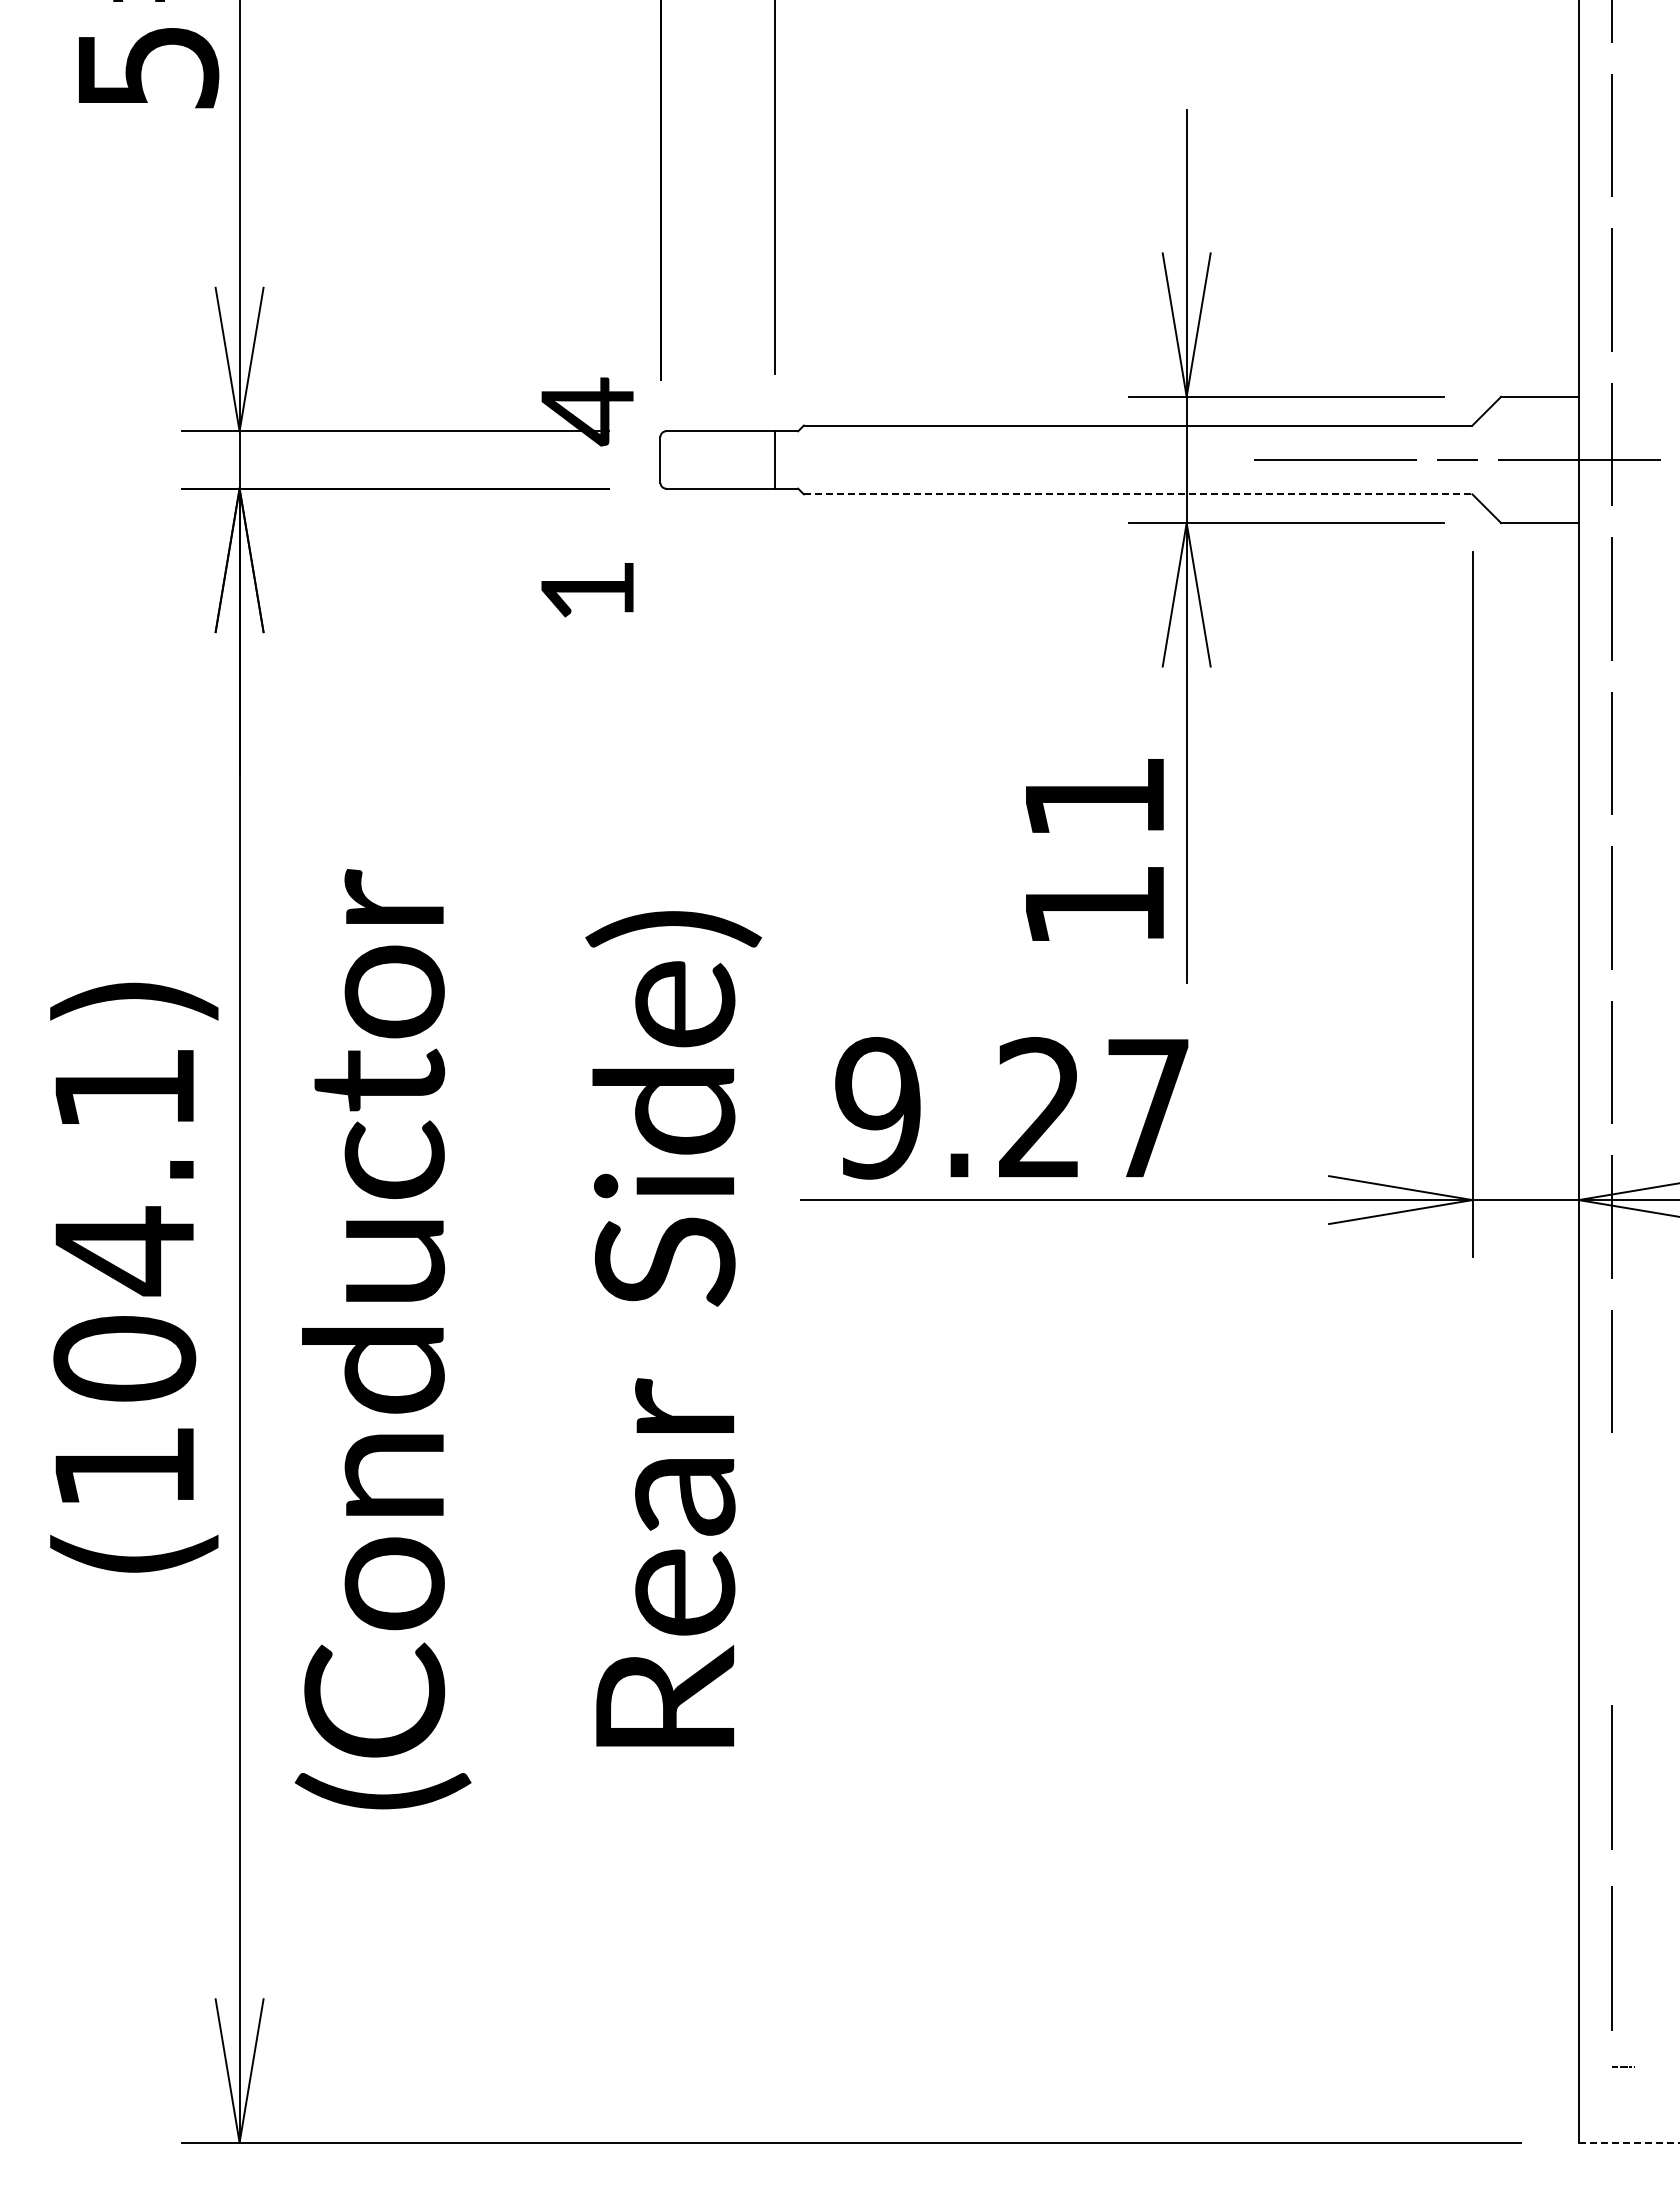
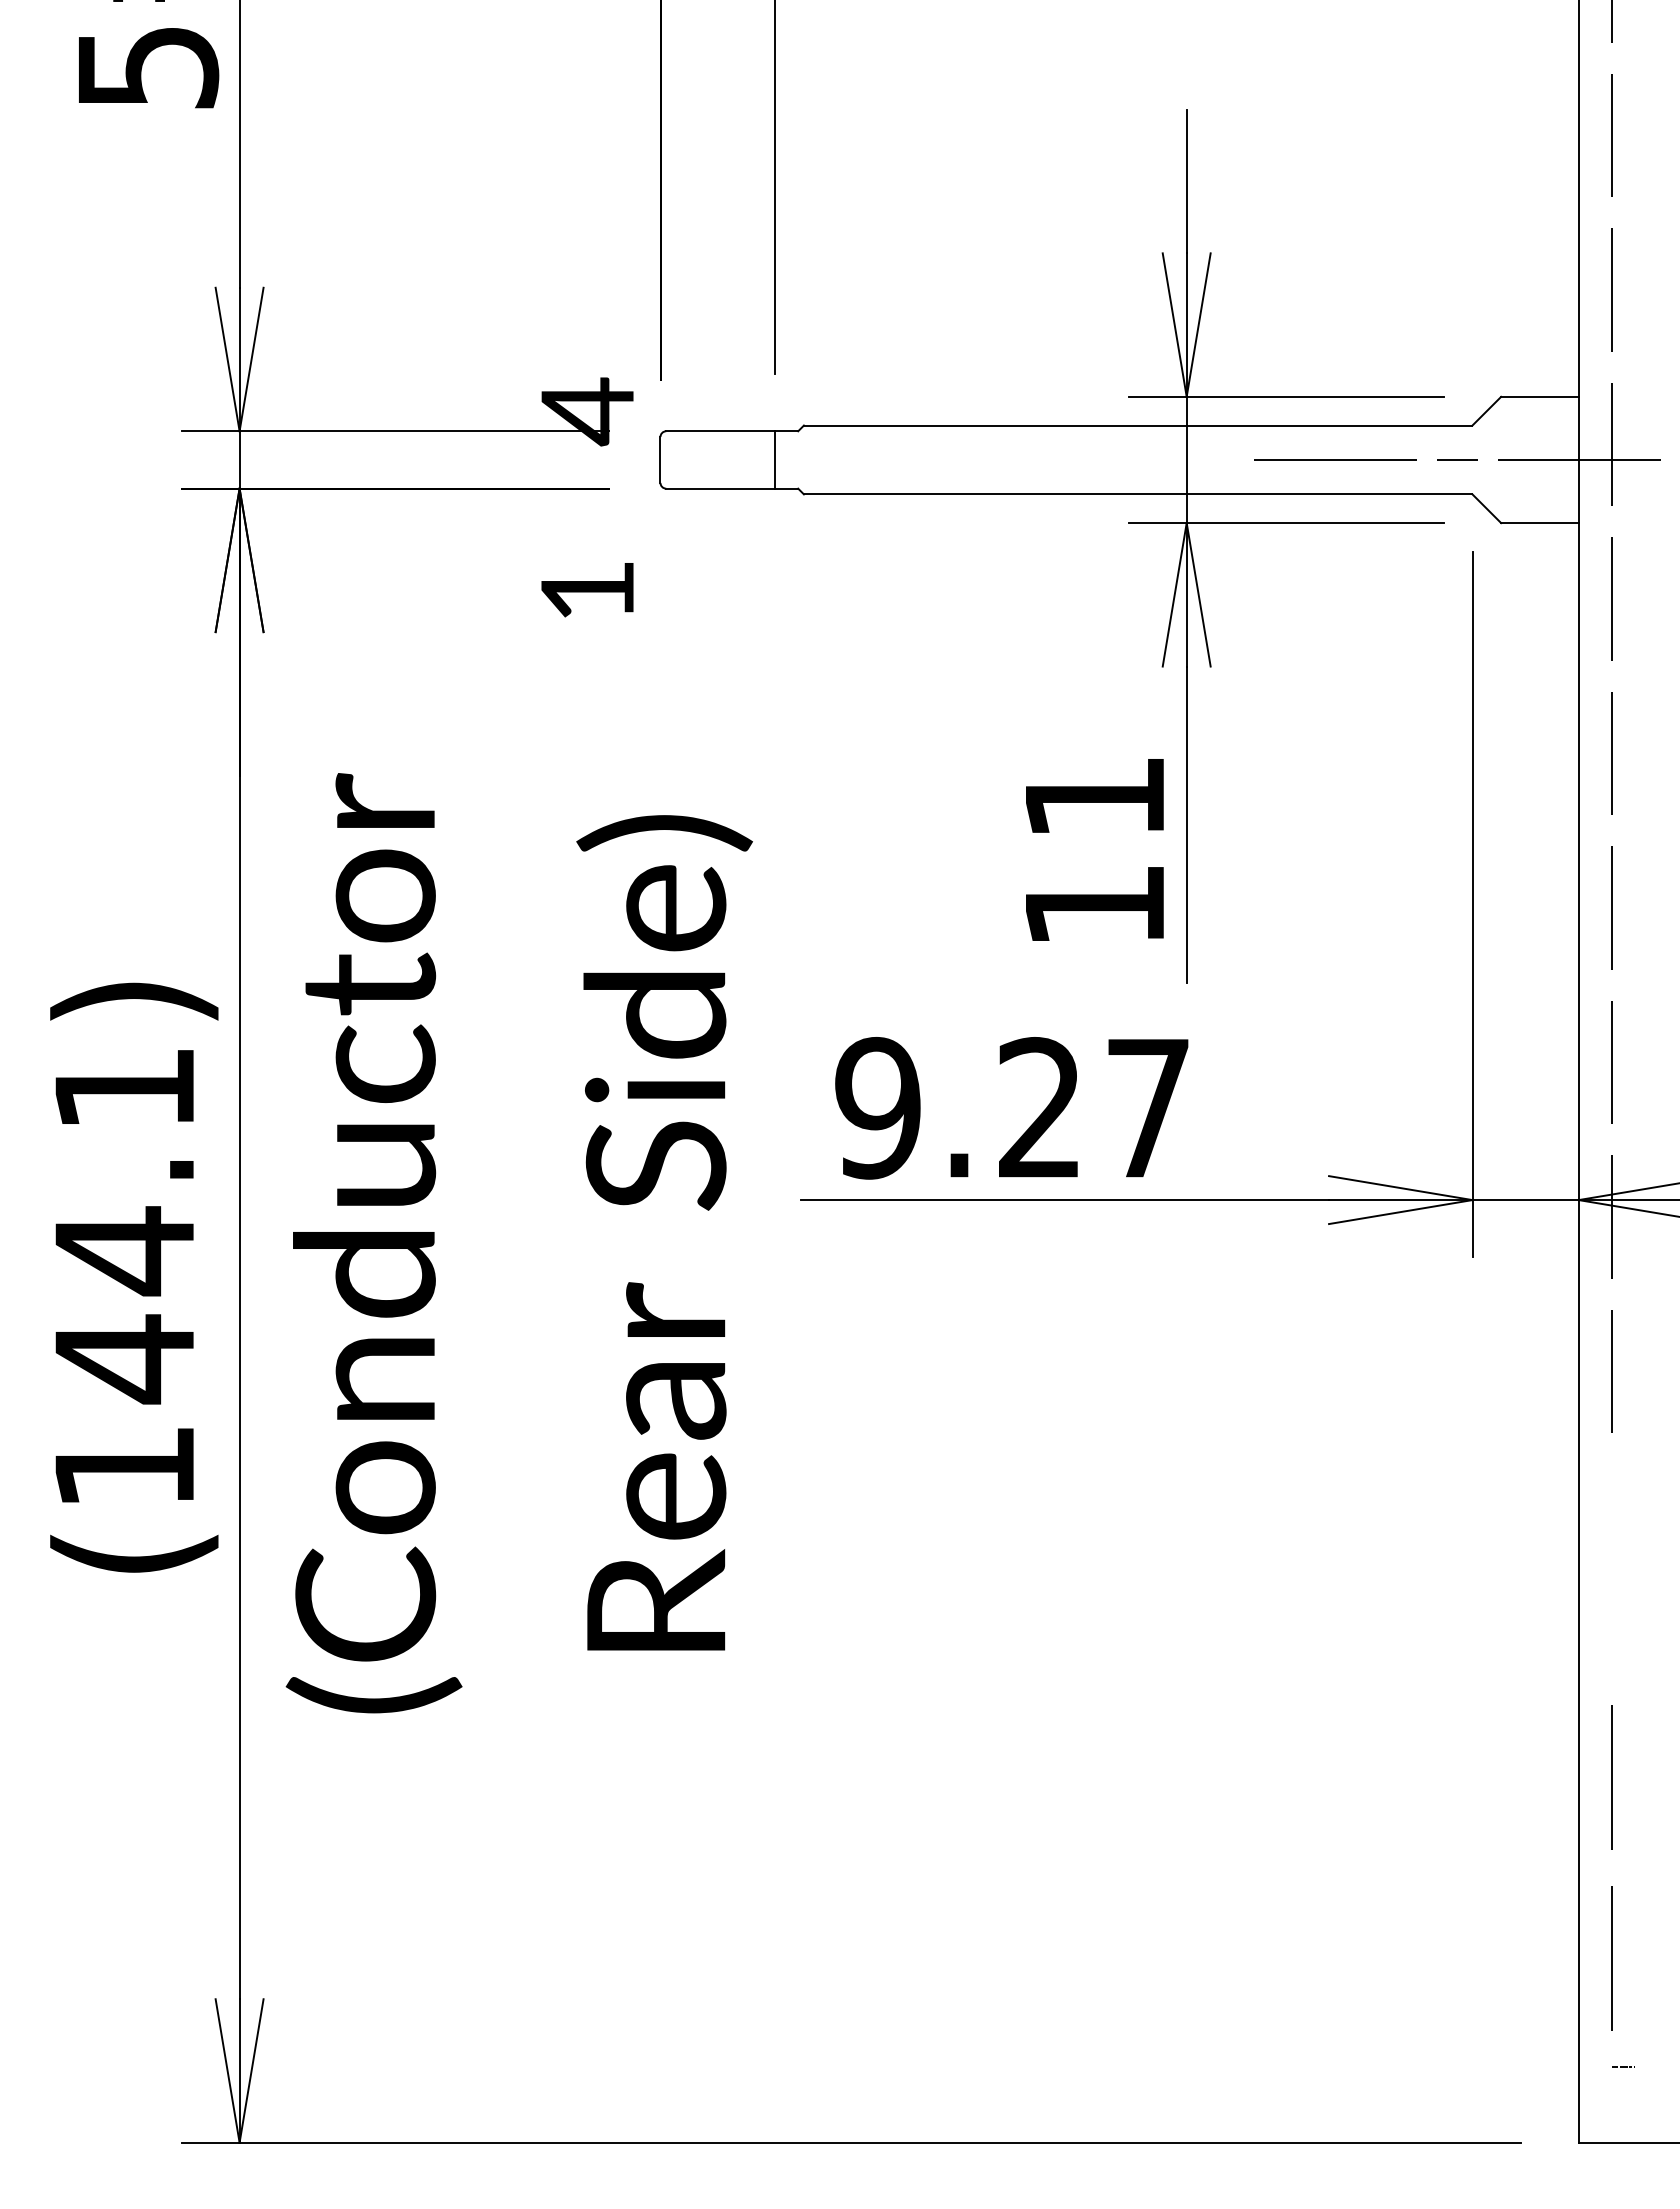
line at (1138, 494): dashed -> solid
text at (527, 1339) position: (527, 1339) -> (518, 1243)
text at (124, 1359): (104.1) -> (144.1)
line at (1629, 2142): dashed -> solid
